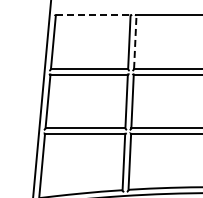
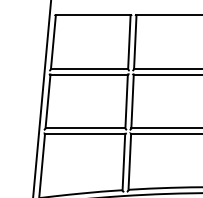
line at (93, 15): dashed -> solid
line at (135, 42): dashed -> solid
